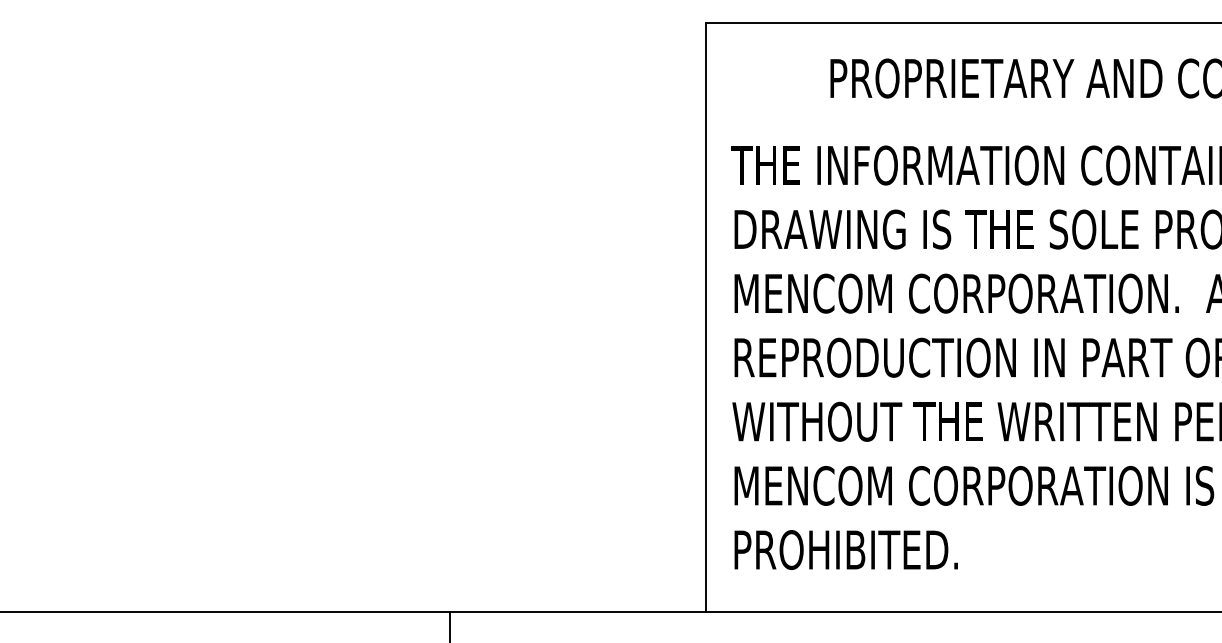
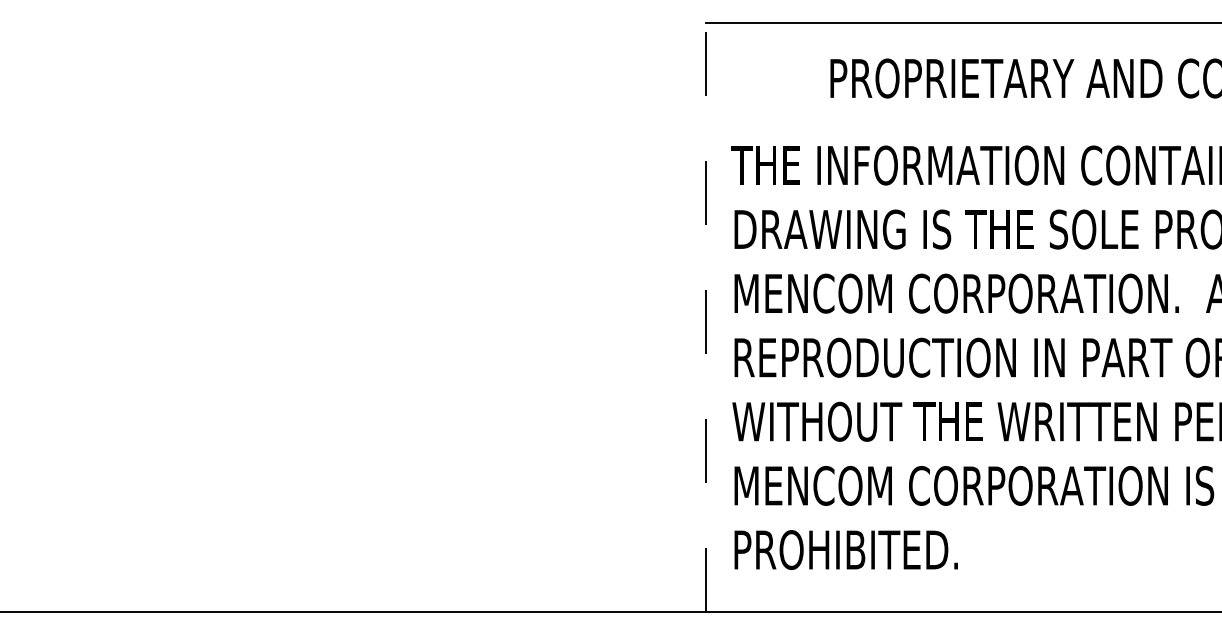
line at (706, 317): solid -> dashed
line at (449, 625): present -> none
